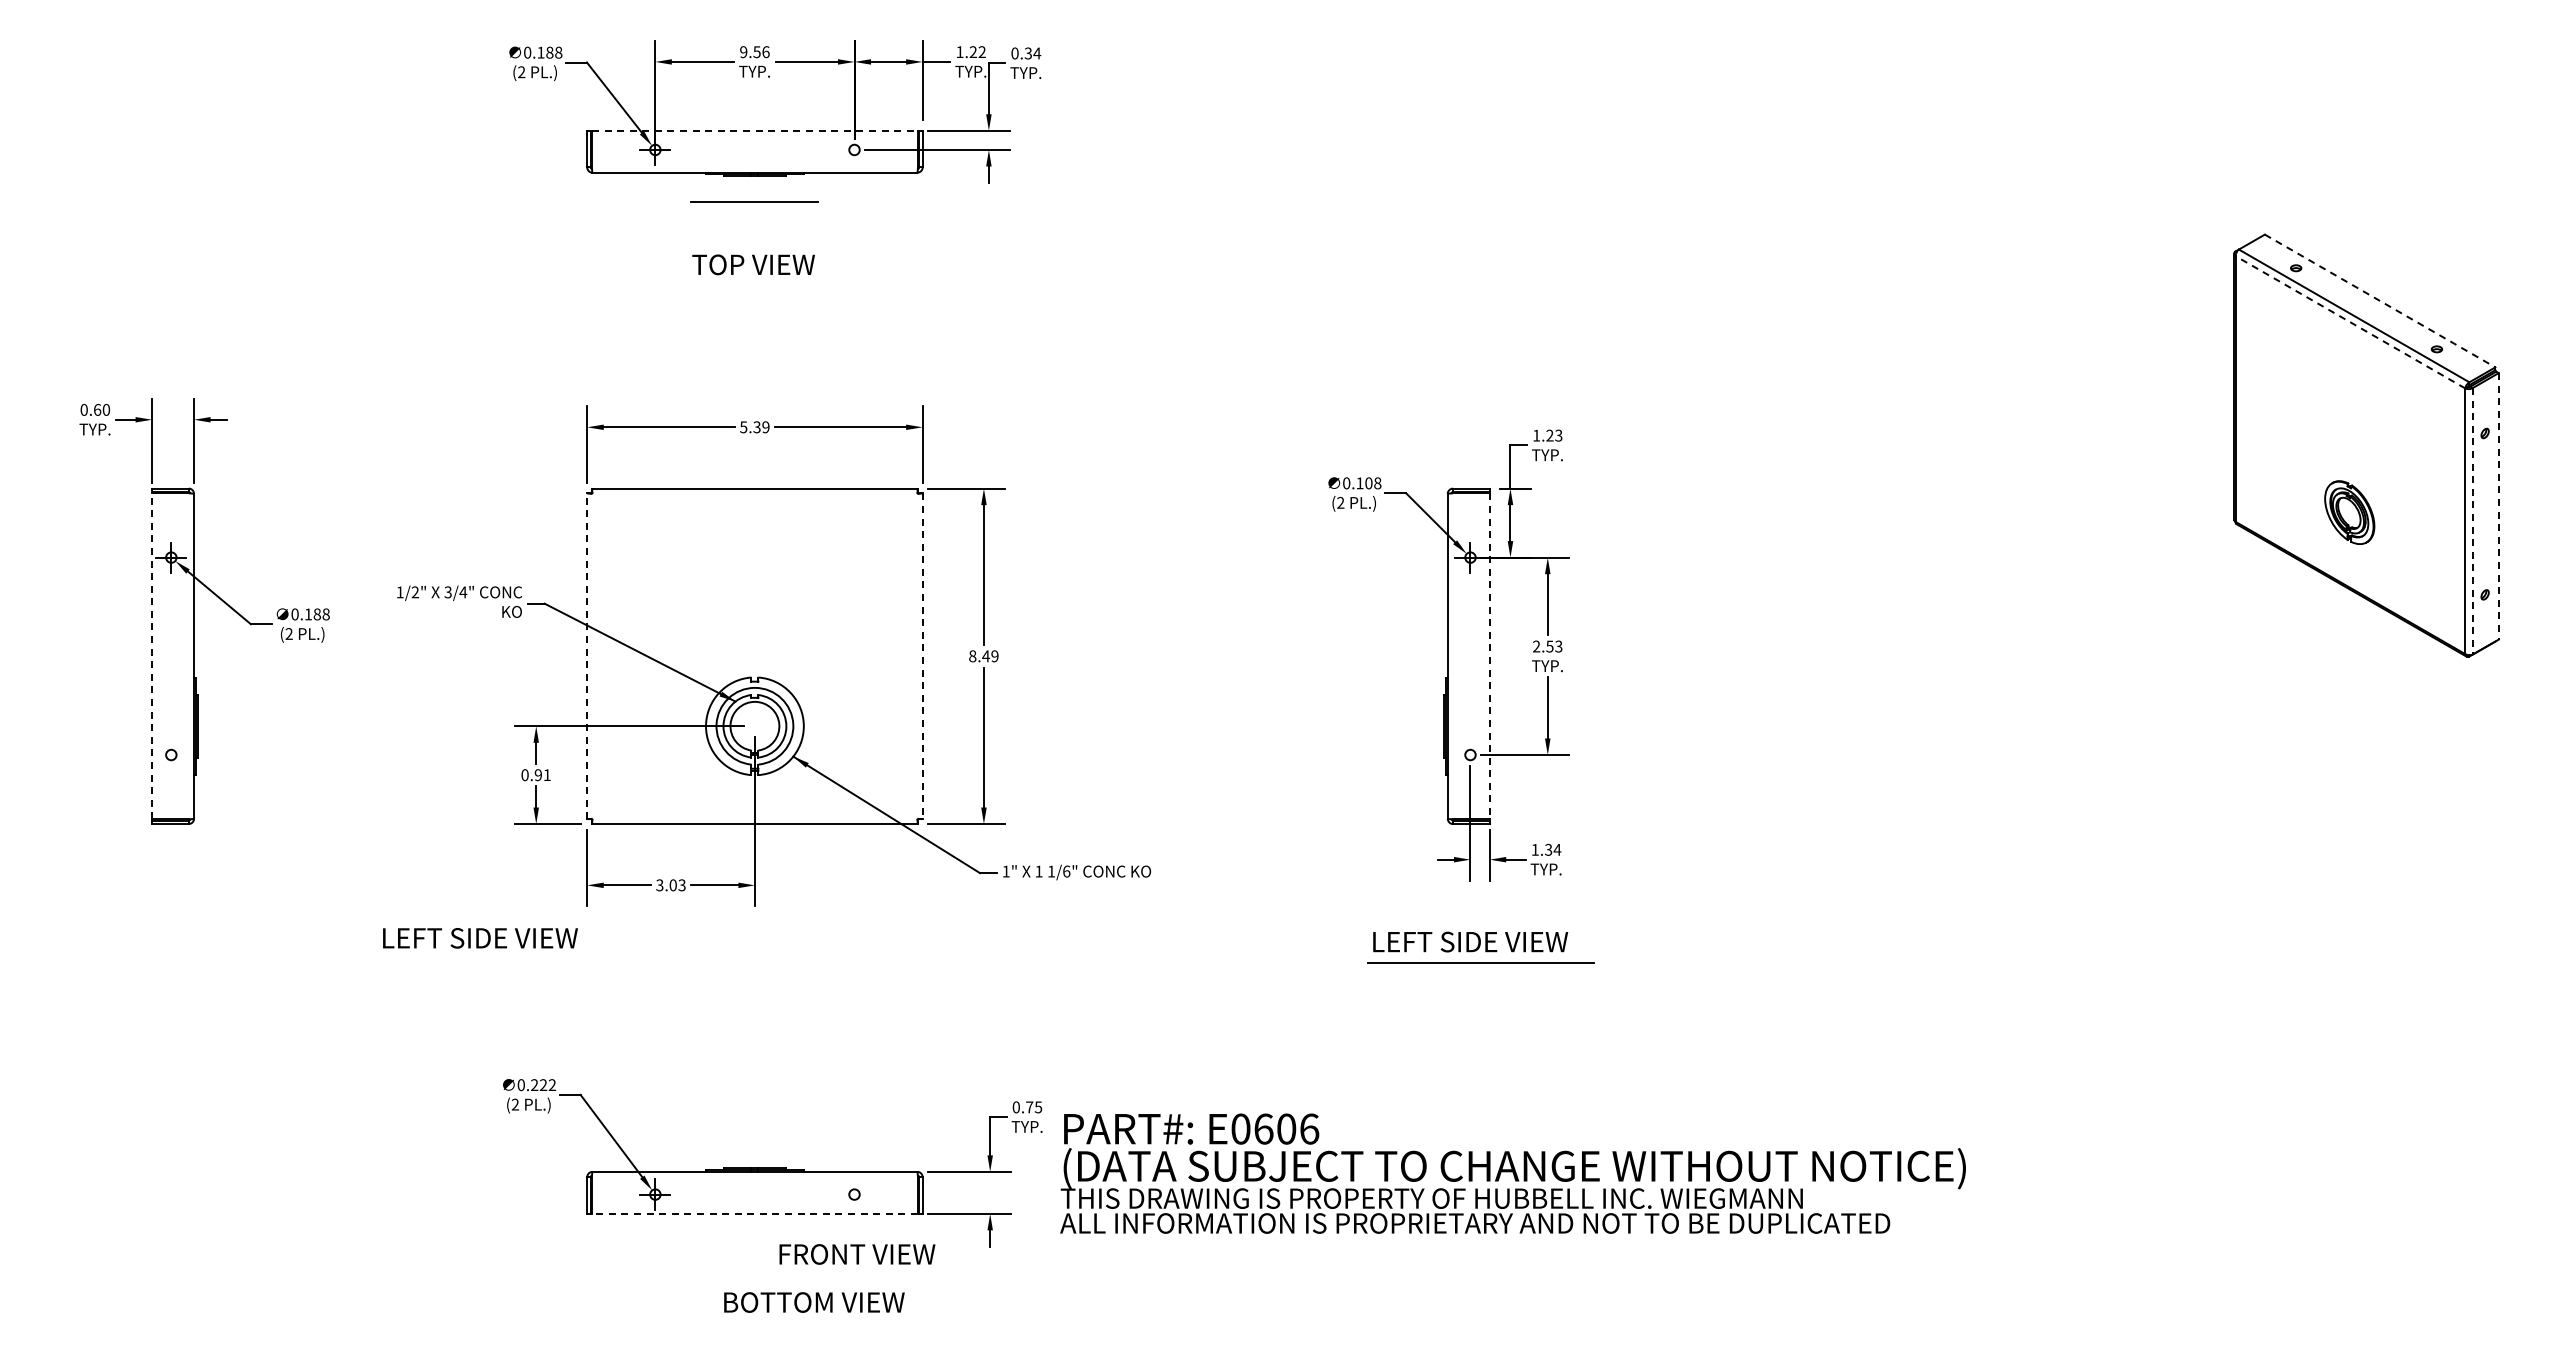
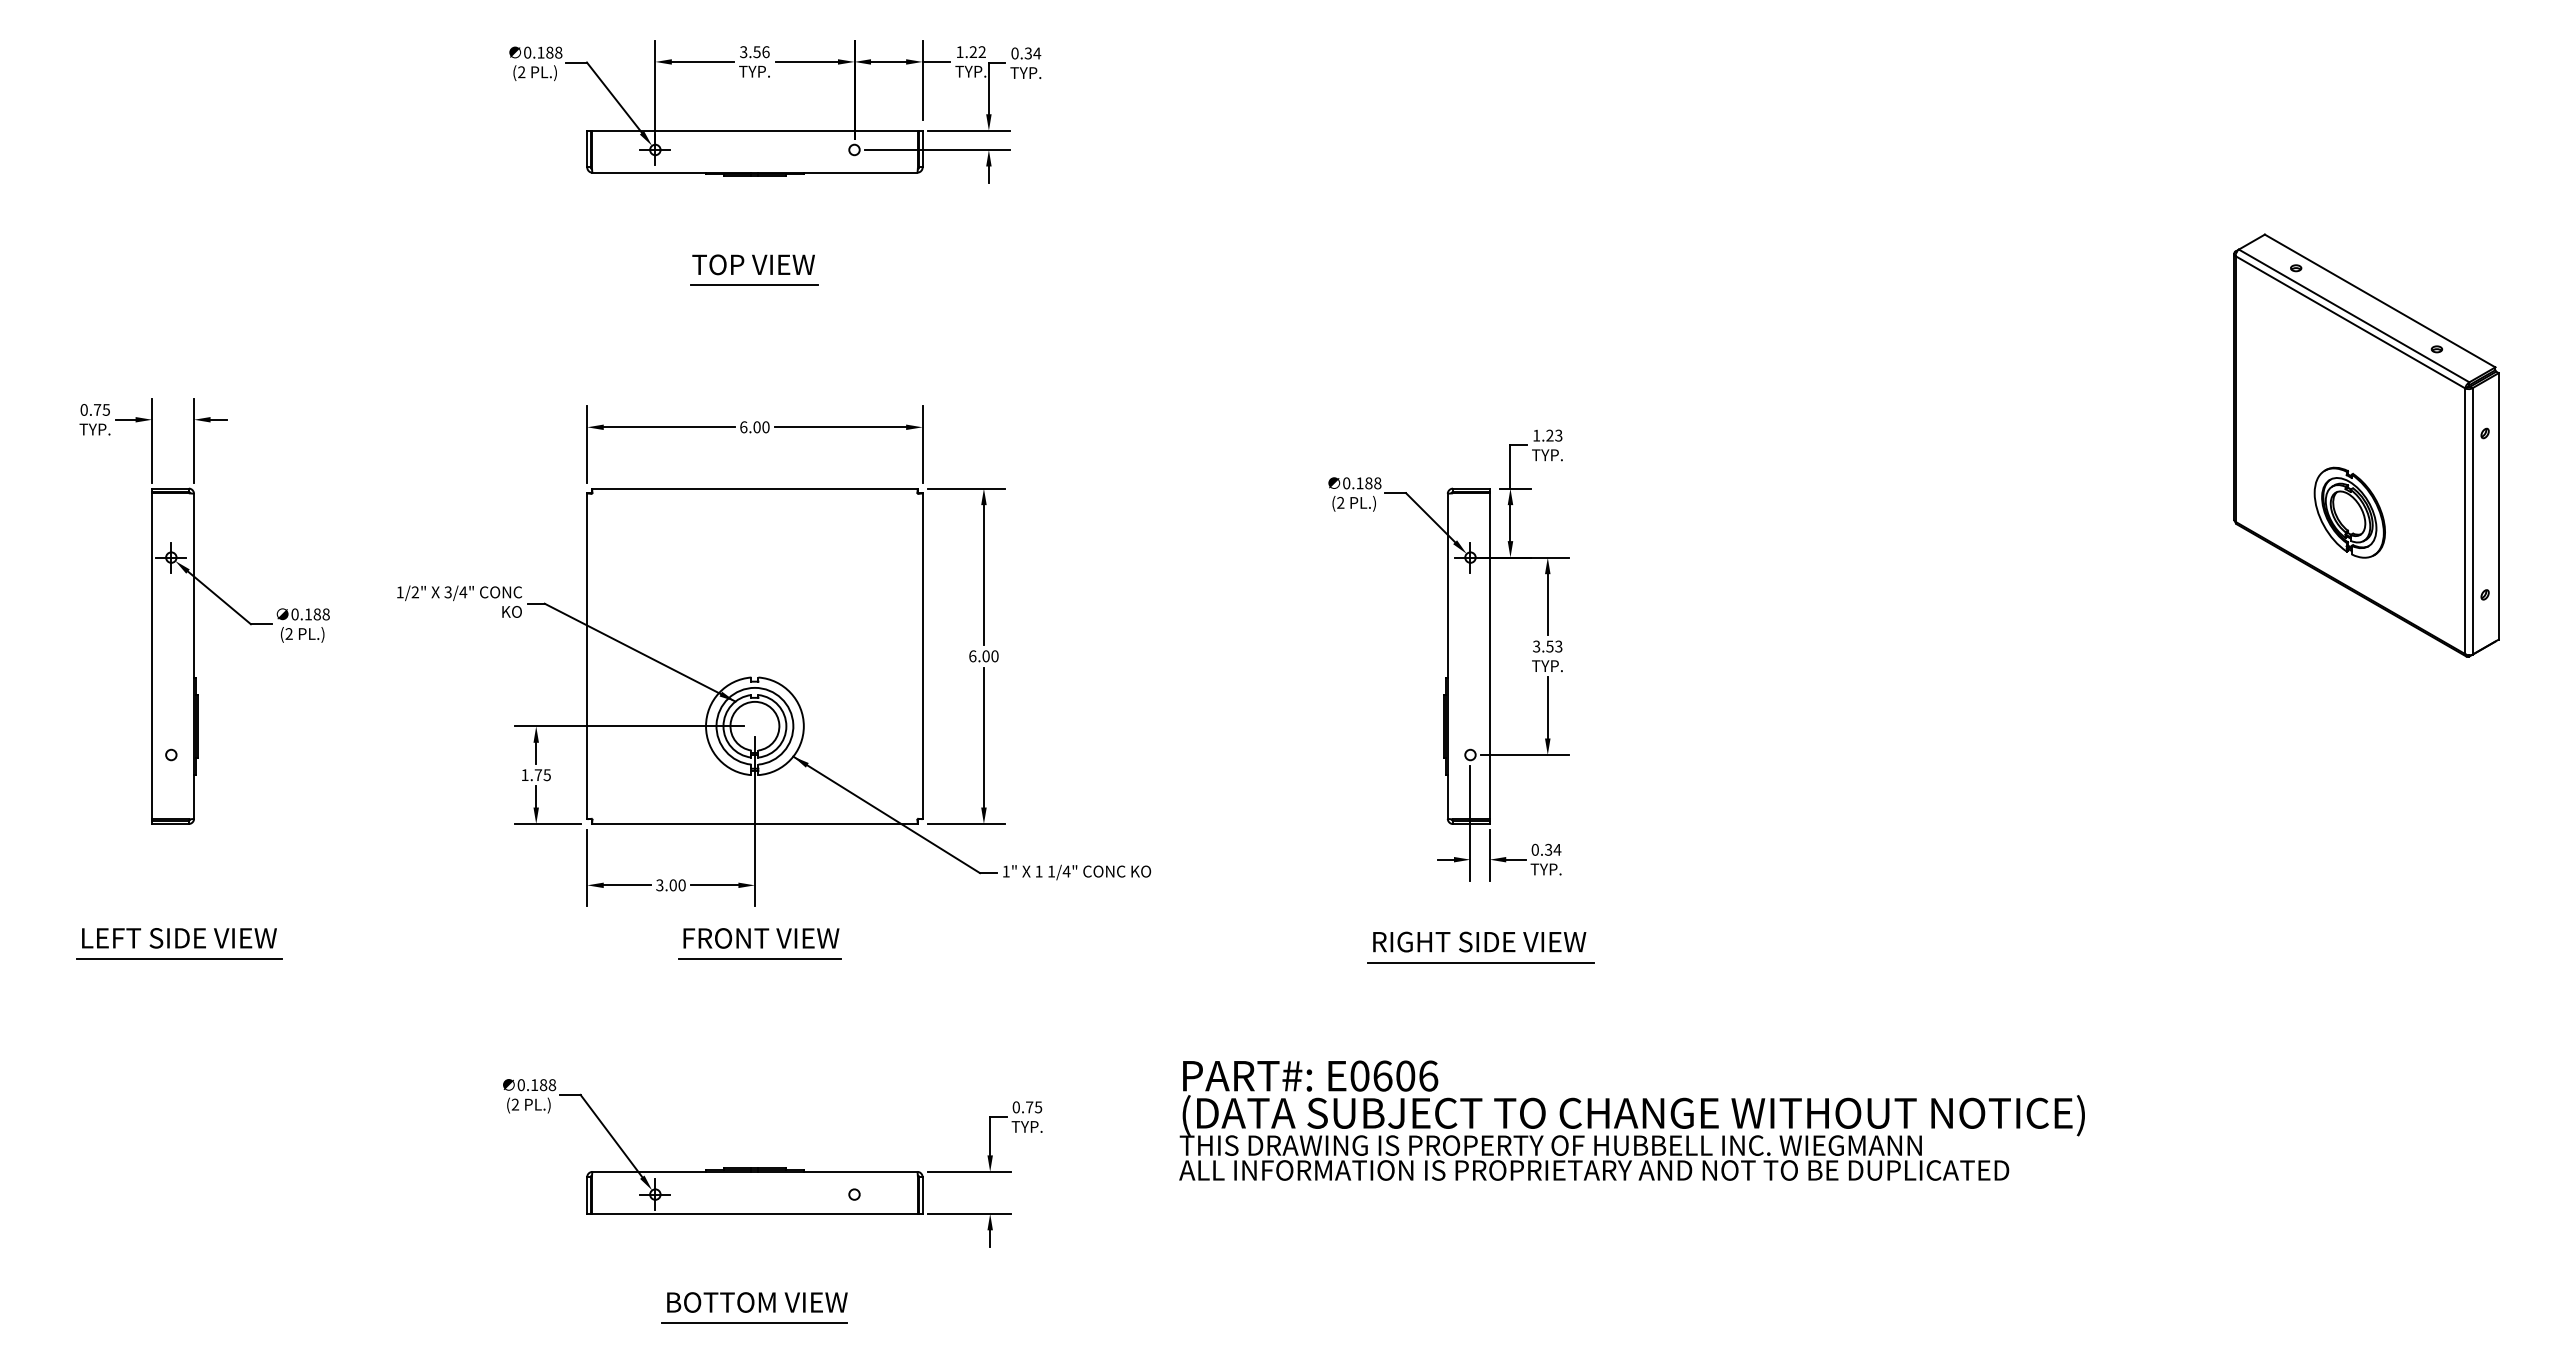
text at (743, 52): 9.56 -> 3.56
line at (754, 130): dashed -> solid
line at (754, 201) position: (754, 201) -> (754, 284)
line at (2380, 301): dashed -> solid
line at (2350, 322): dashed -> solid
text at (102, 409): 0.60 -> 0.75
text at (754, 427): 5.39 -> 6.00
text at (1368, 483): 0.108 -> 0.188
line at (2498, 506): dashed -> solid
part at (2349, 512) size: 52x65 px -> 73x93 px
line at (2472, 521): dashed -> solid
text at (1536, 646): 2.53 -> 3.53
line at (152, 656): dashed -> solid
line at (587, 656): dashed -> solid
line at (922, 656): dashed -> solid
text at (983, 656): 8.49 -> 6.00
line at (1489, 656): dashed -> solid
text at (535, 775): 0.91 -> 1.75
text at (1534, 849): 1.34 -> 0.34
text at (1066, 871): 1/6" -> 1/4"
text at (681, 885): 3.03 -> 3.00
text at (480, 938) position: (480, 938) -> (179, 938)
text at (1480, 941): LEFT SIDE VIEW -> RIGHT SIDE VIEW
line at (179, 958): none -> present
line at (759, 958): none -> present
text at (543, 1085): 0.222 -> 0.188
text at (1512, 1173) position: (1512, 1173) -> (1631, 1120)
line at (754, 1213): dashed -> solid
text at (857, 1254) position: (857, 1254) -> (761, 938)
text at (814, 1302) position: (814, 1302) -> (757, 1302)
line at (754, 1323): none -> present
